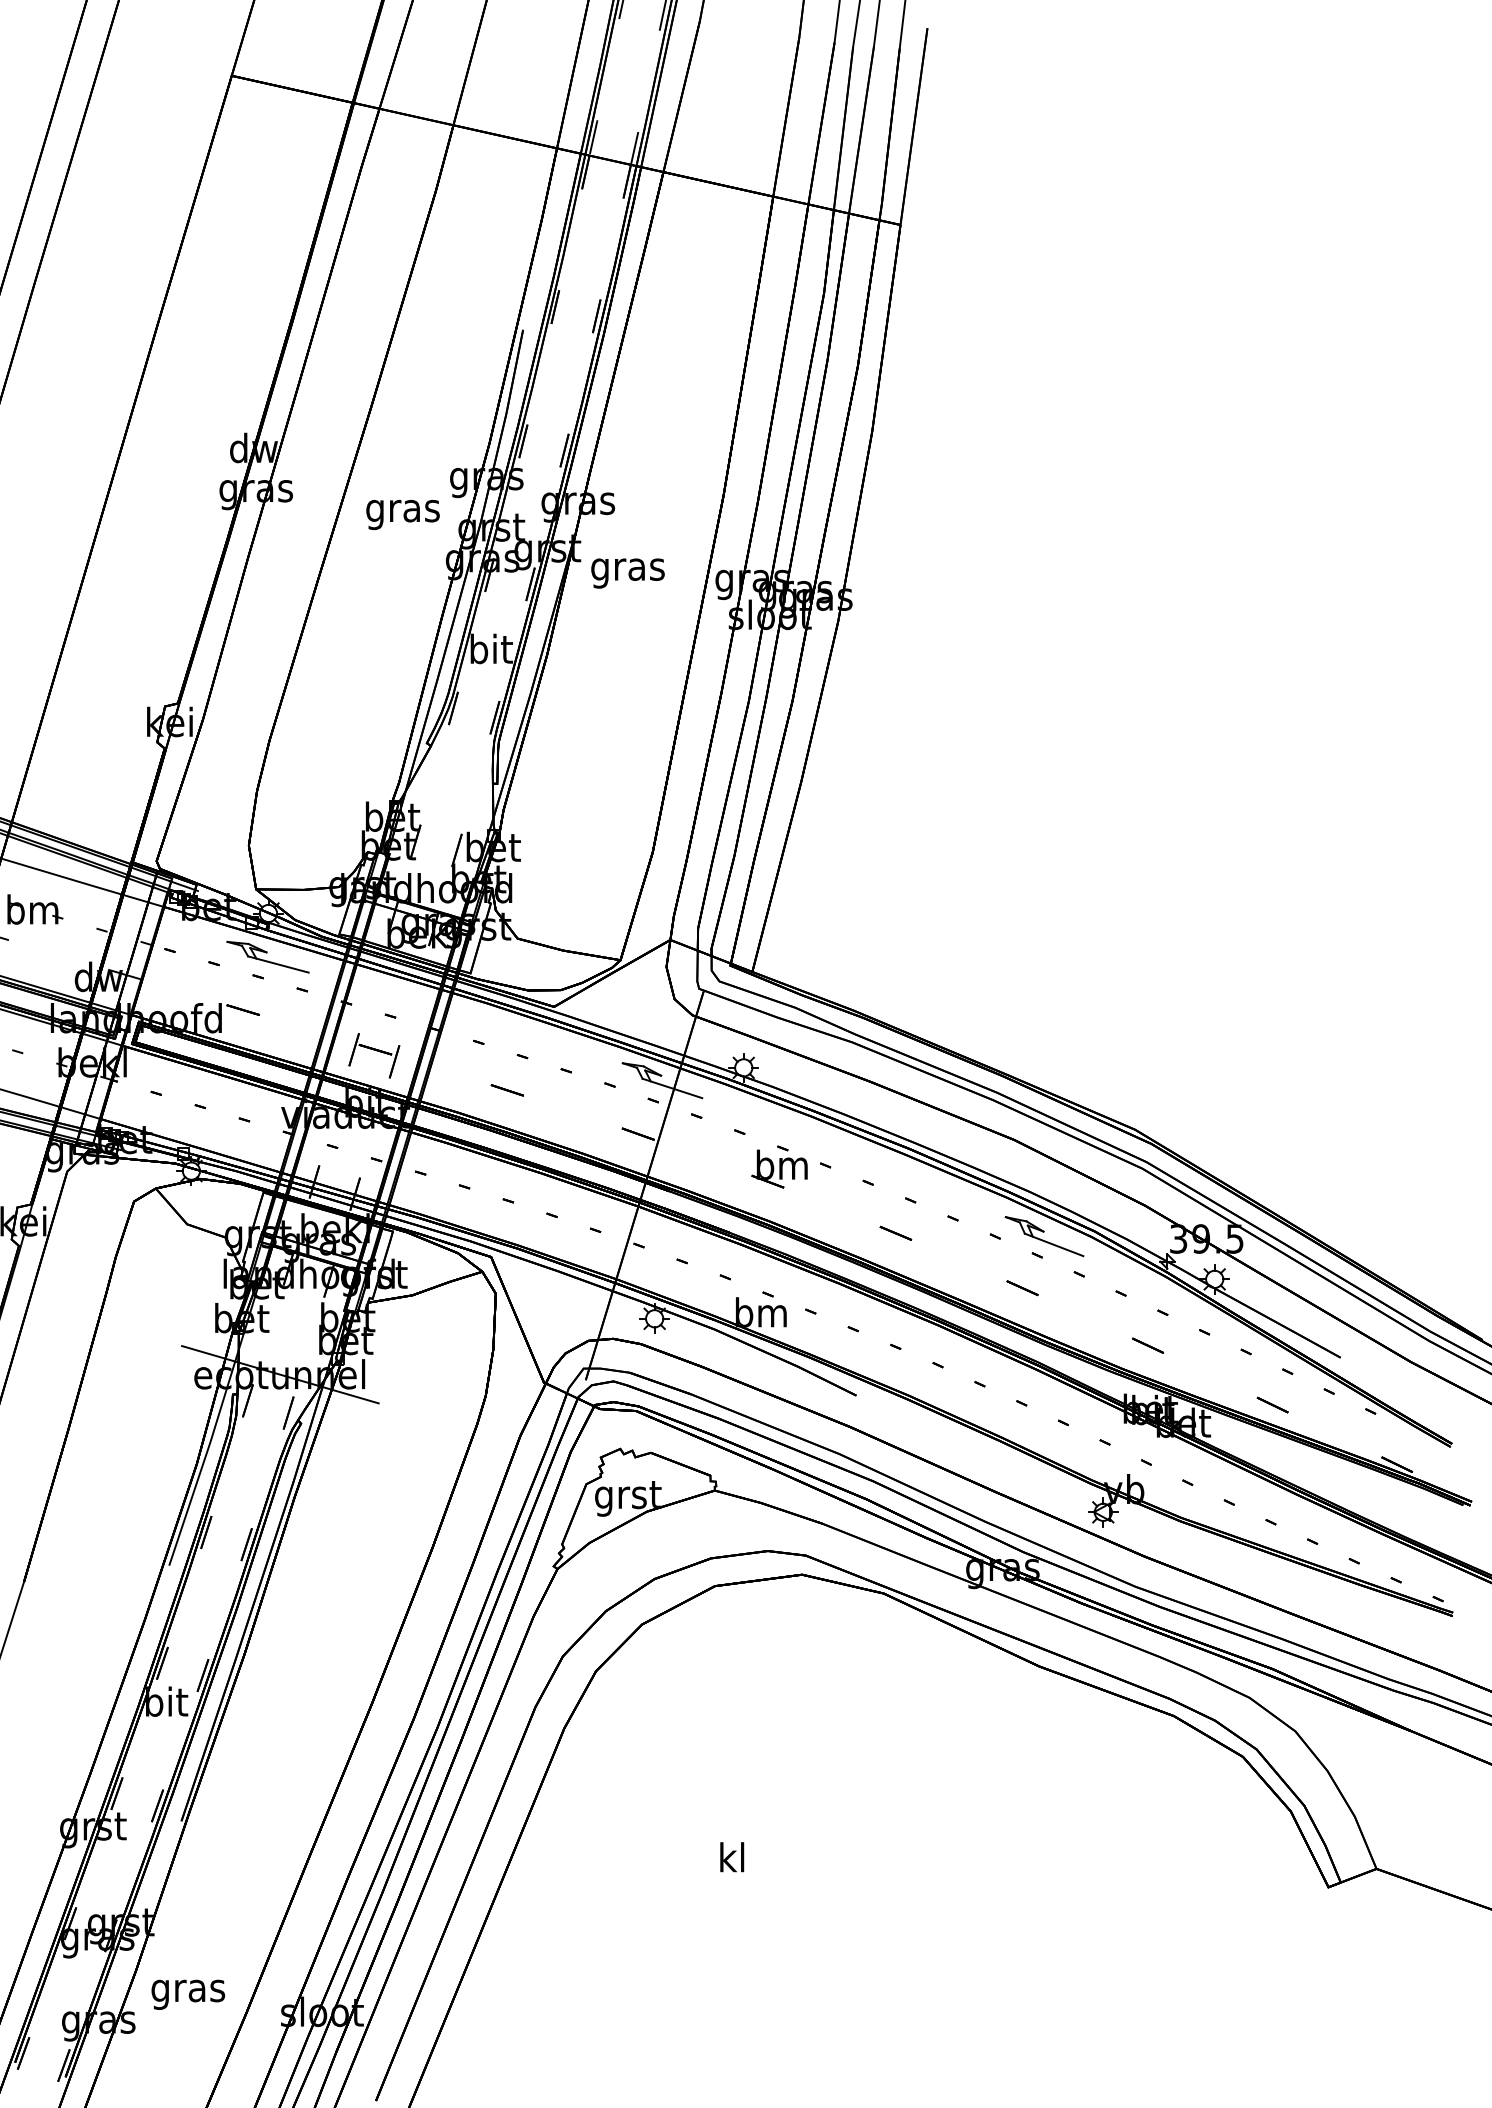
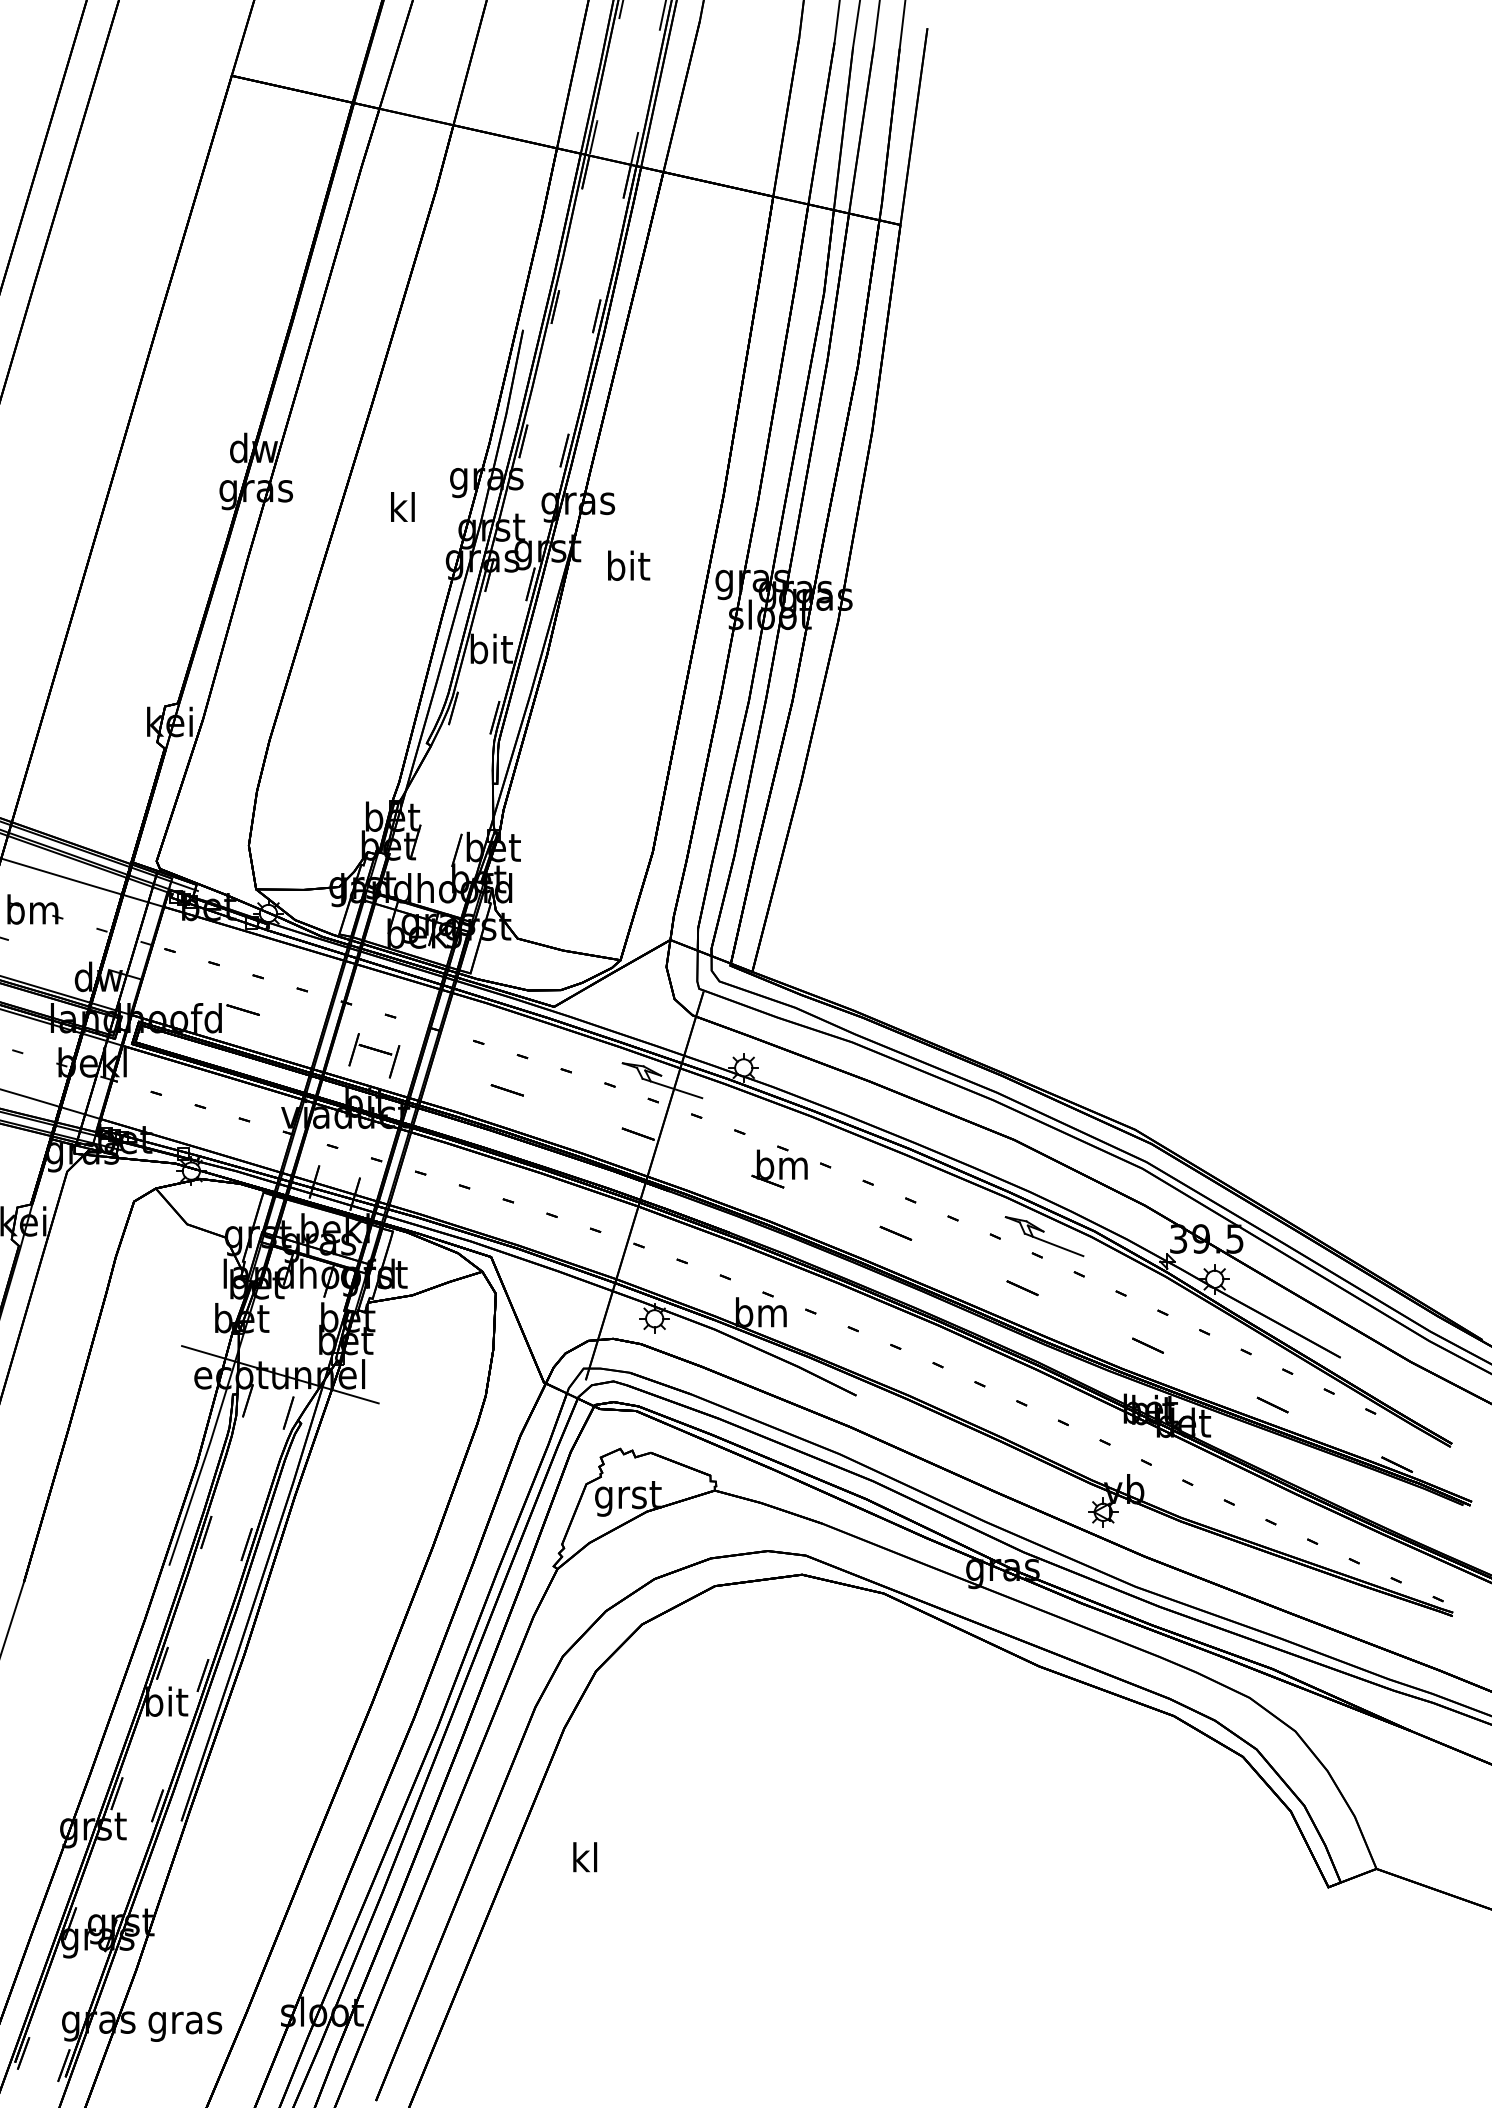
text at (402, 511): gras -> kl
text at (627, 569): gras -> bit
part at (267, 957): present -> none
text at (732, 1857) position: (732, 1857) -> (585, 1857)
text at (188, 1994) position: (188, 1994) -> (185, 2026)
